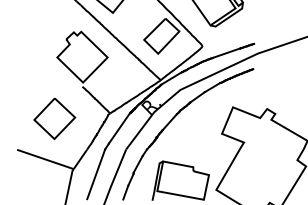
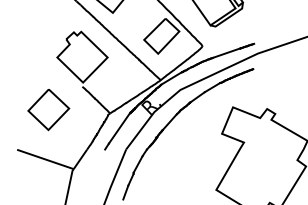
part at (54, 119) position: (54, 119) -> (48, 110)
line at (96, 174): present -> none
part at (180, 180): present -> none
